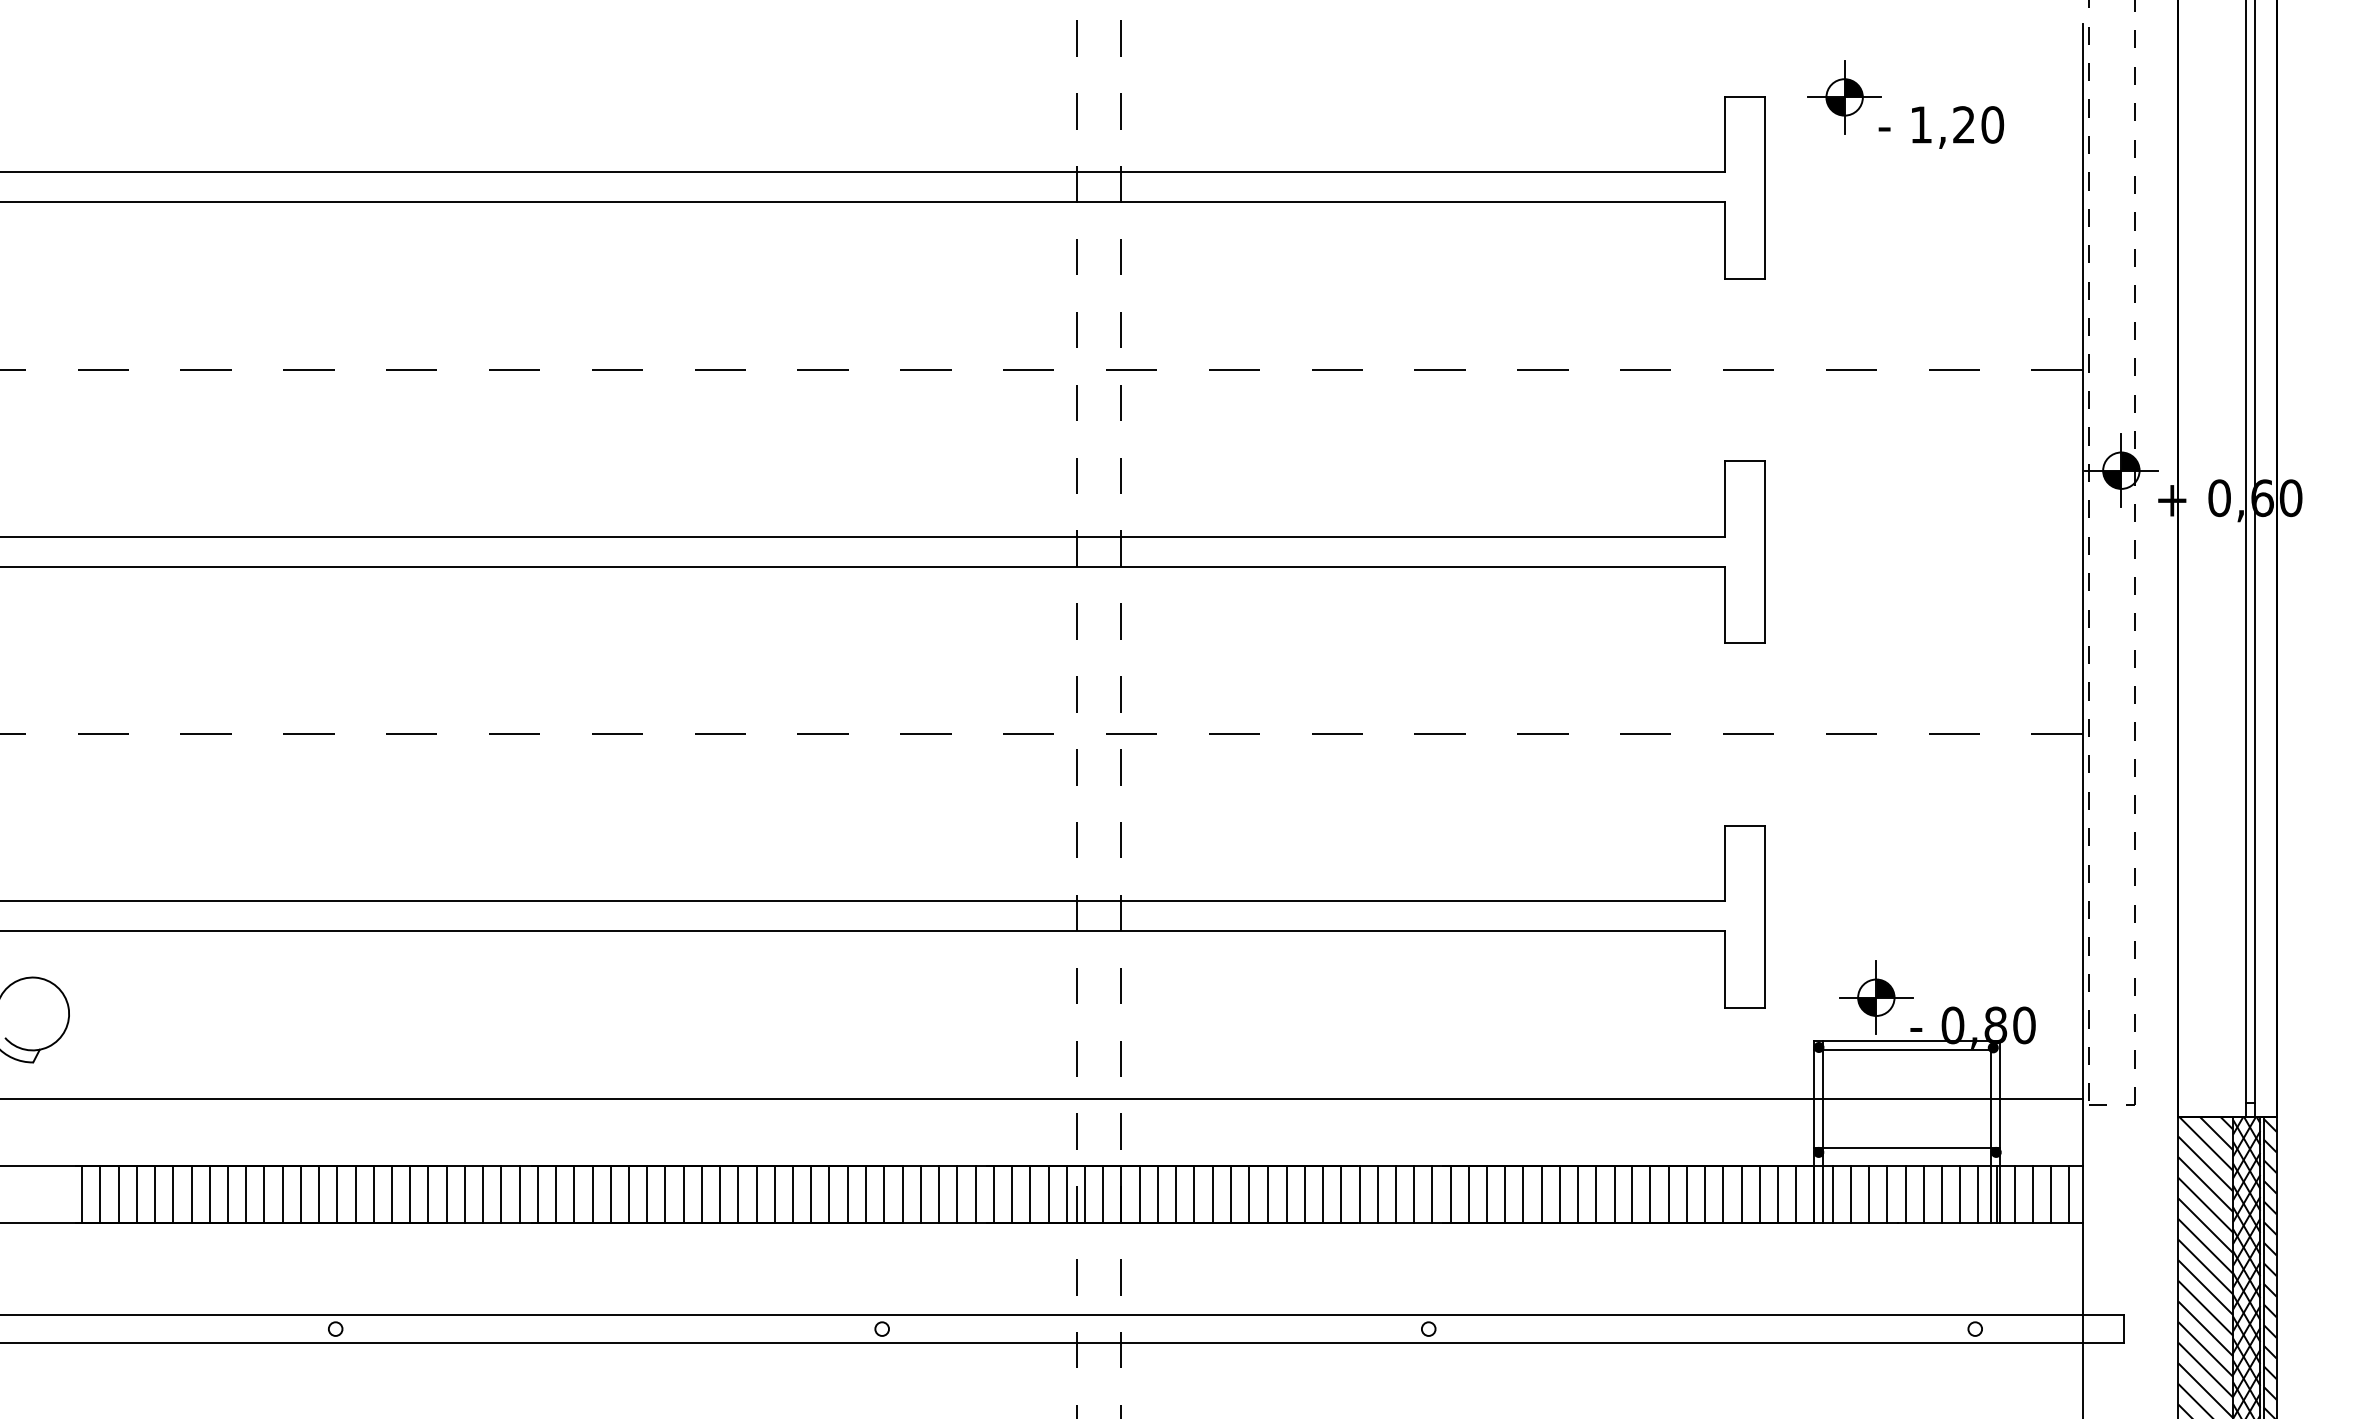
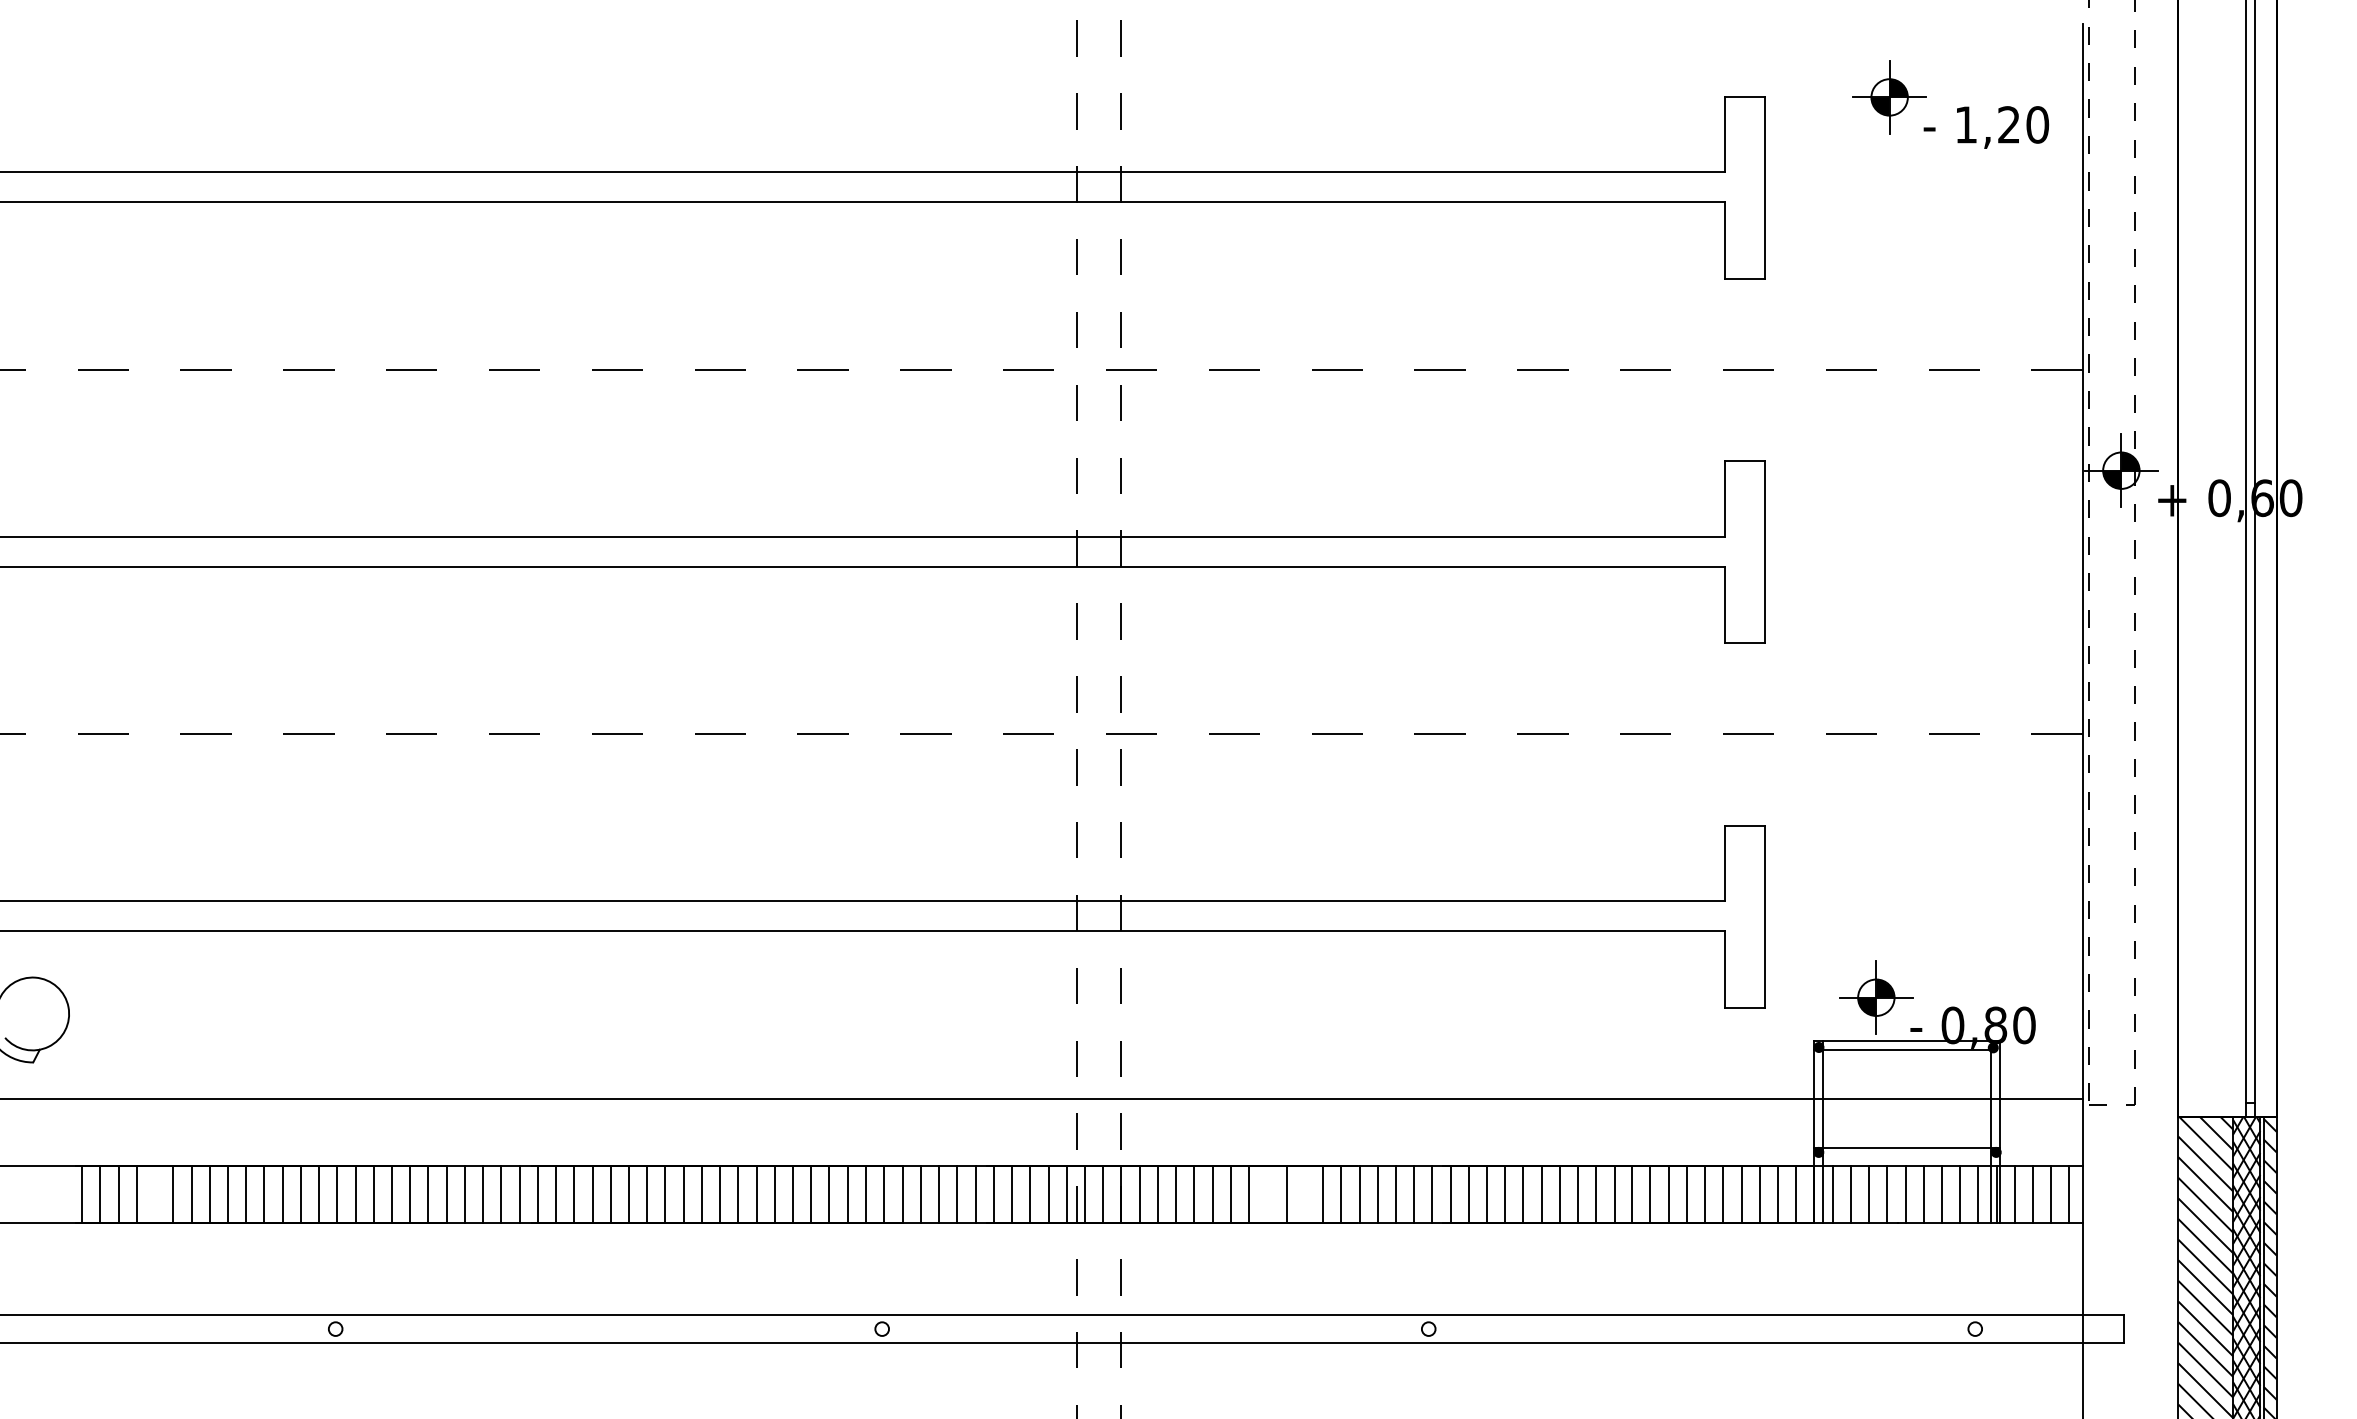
part at (1912, 108) position: (1912, 108) -> (1957, 108)
line at (155, 1194): present -> none
line at (1268, 1194): present -> none
line at (1304, 1194): present -> none
